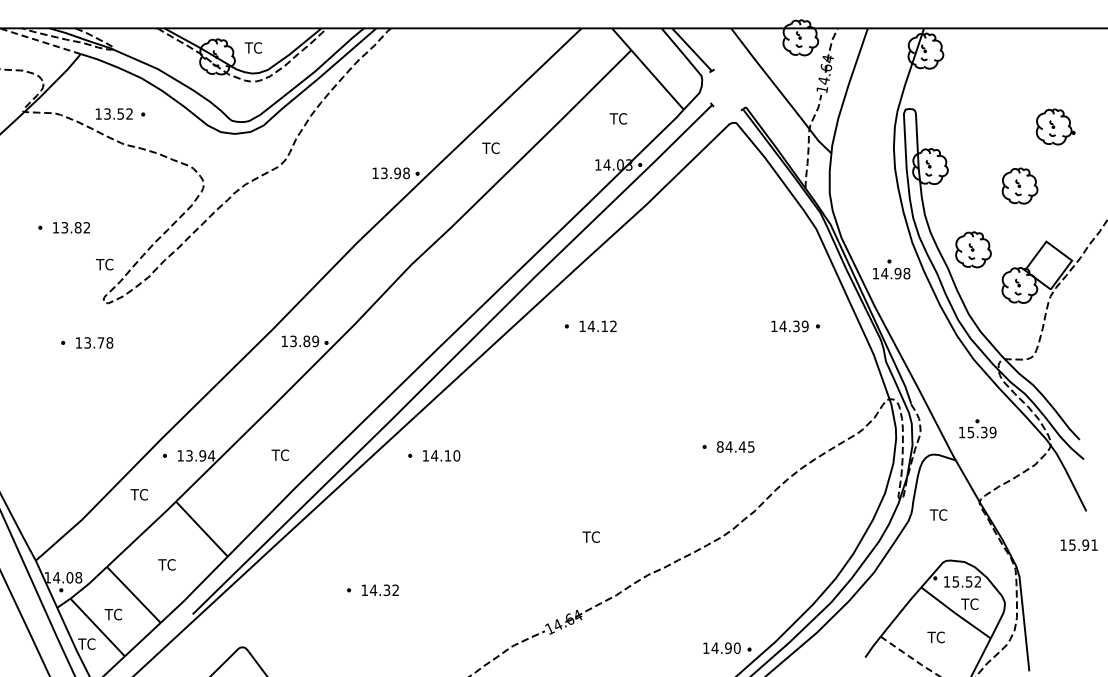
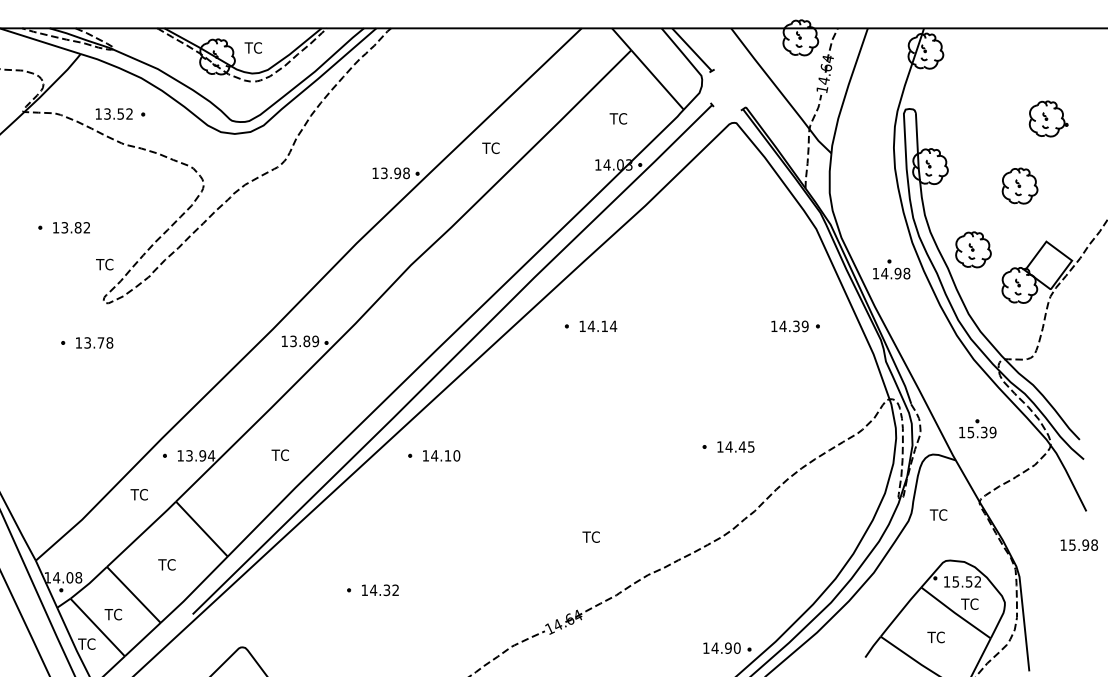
line at (40, 41): dashed -> solid
part at (1055, 126) position: (1055, 126) -> (1048, 118)
text at (613, 325): 14.12 -> 14.14
text at (719, 446): 84.45 -> 14.45
text at (1094, 544): 15.91 -> 15.98
line at (910, 657): dashed -> solid
